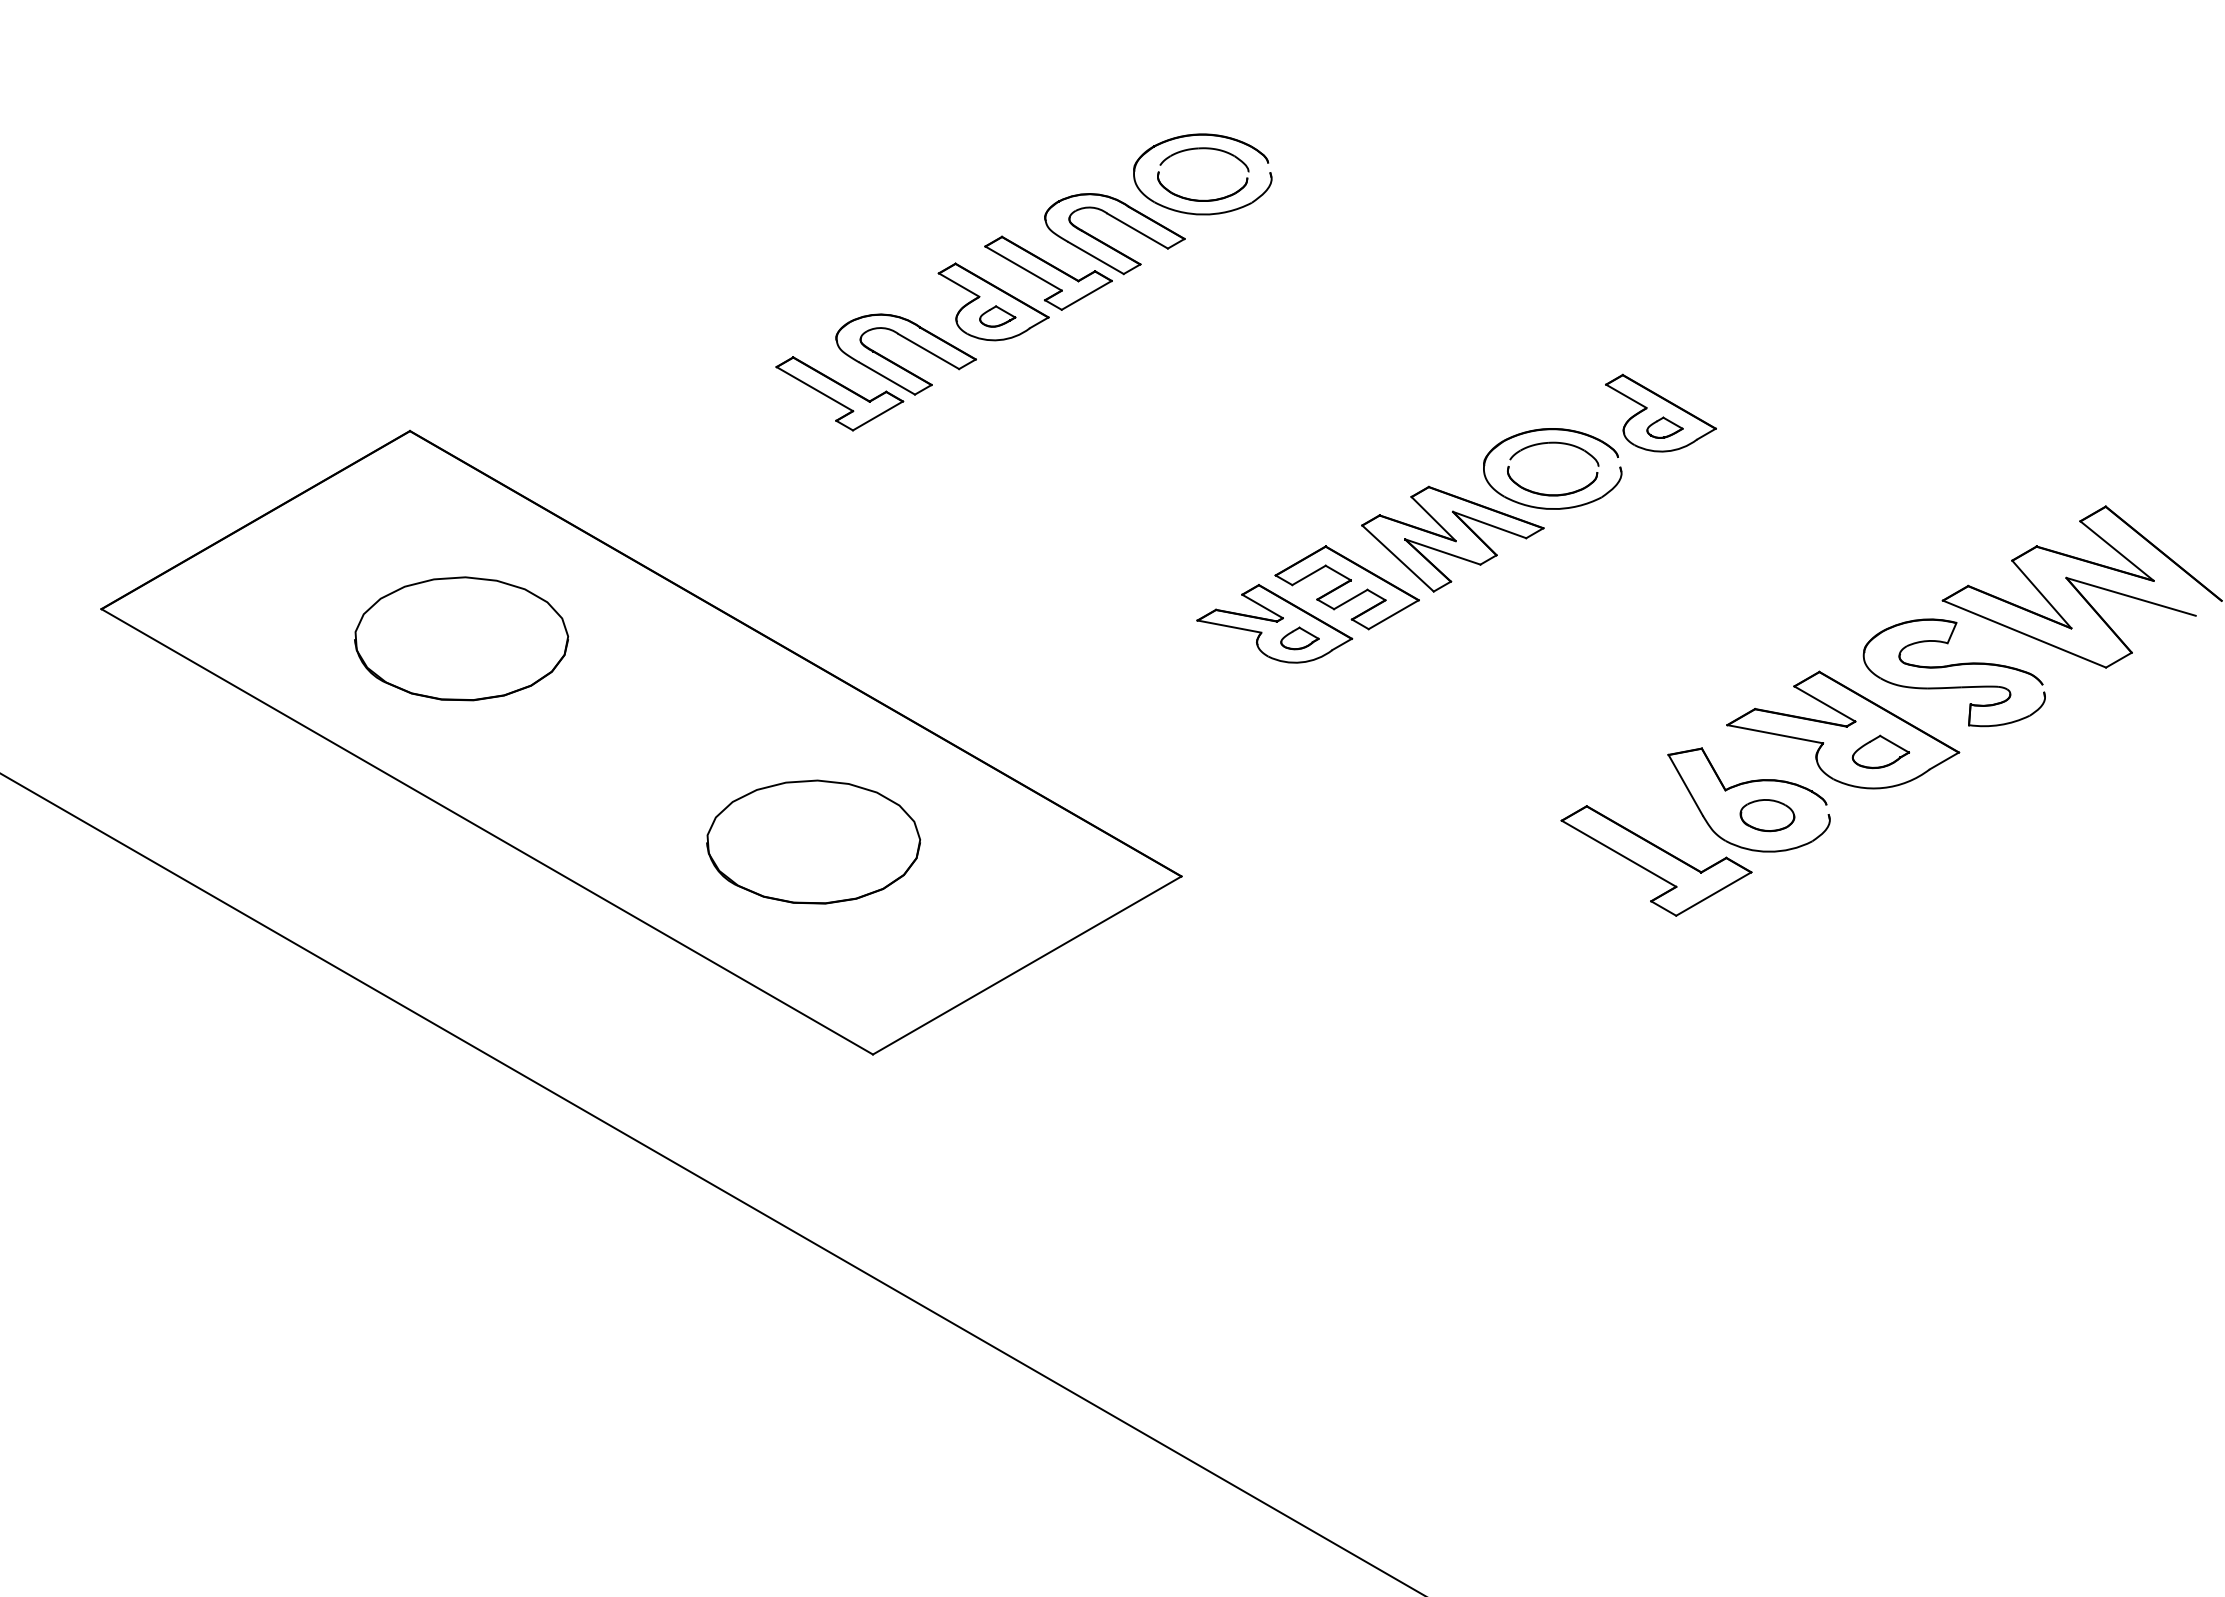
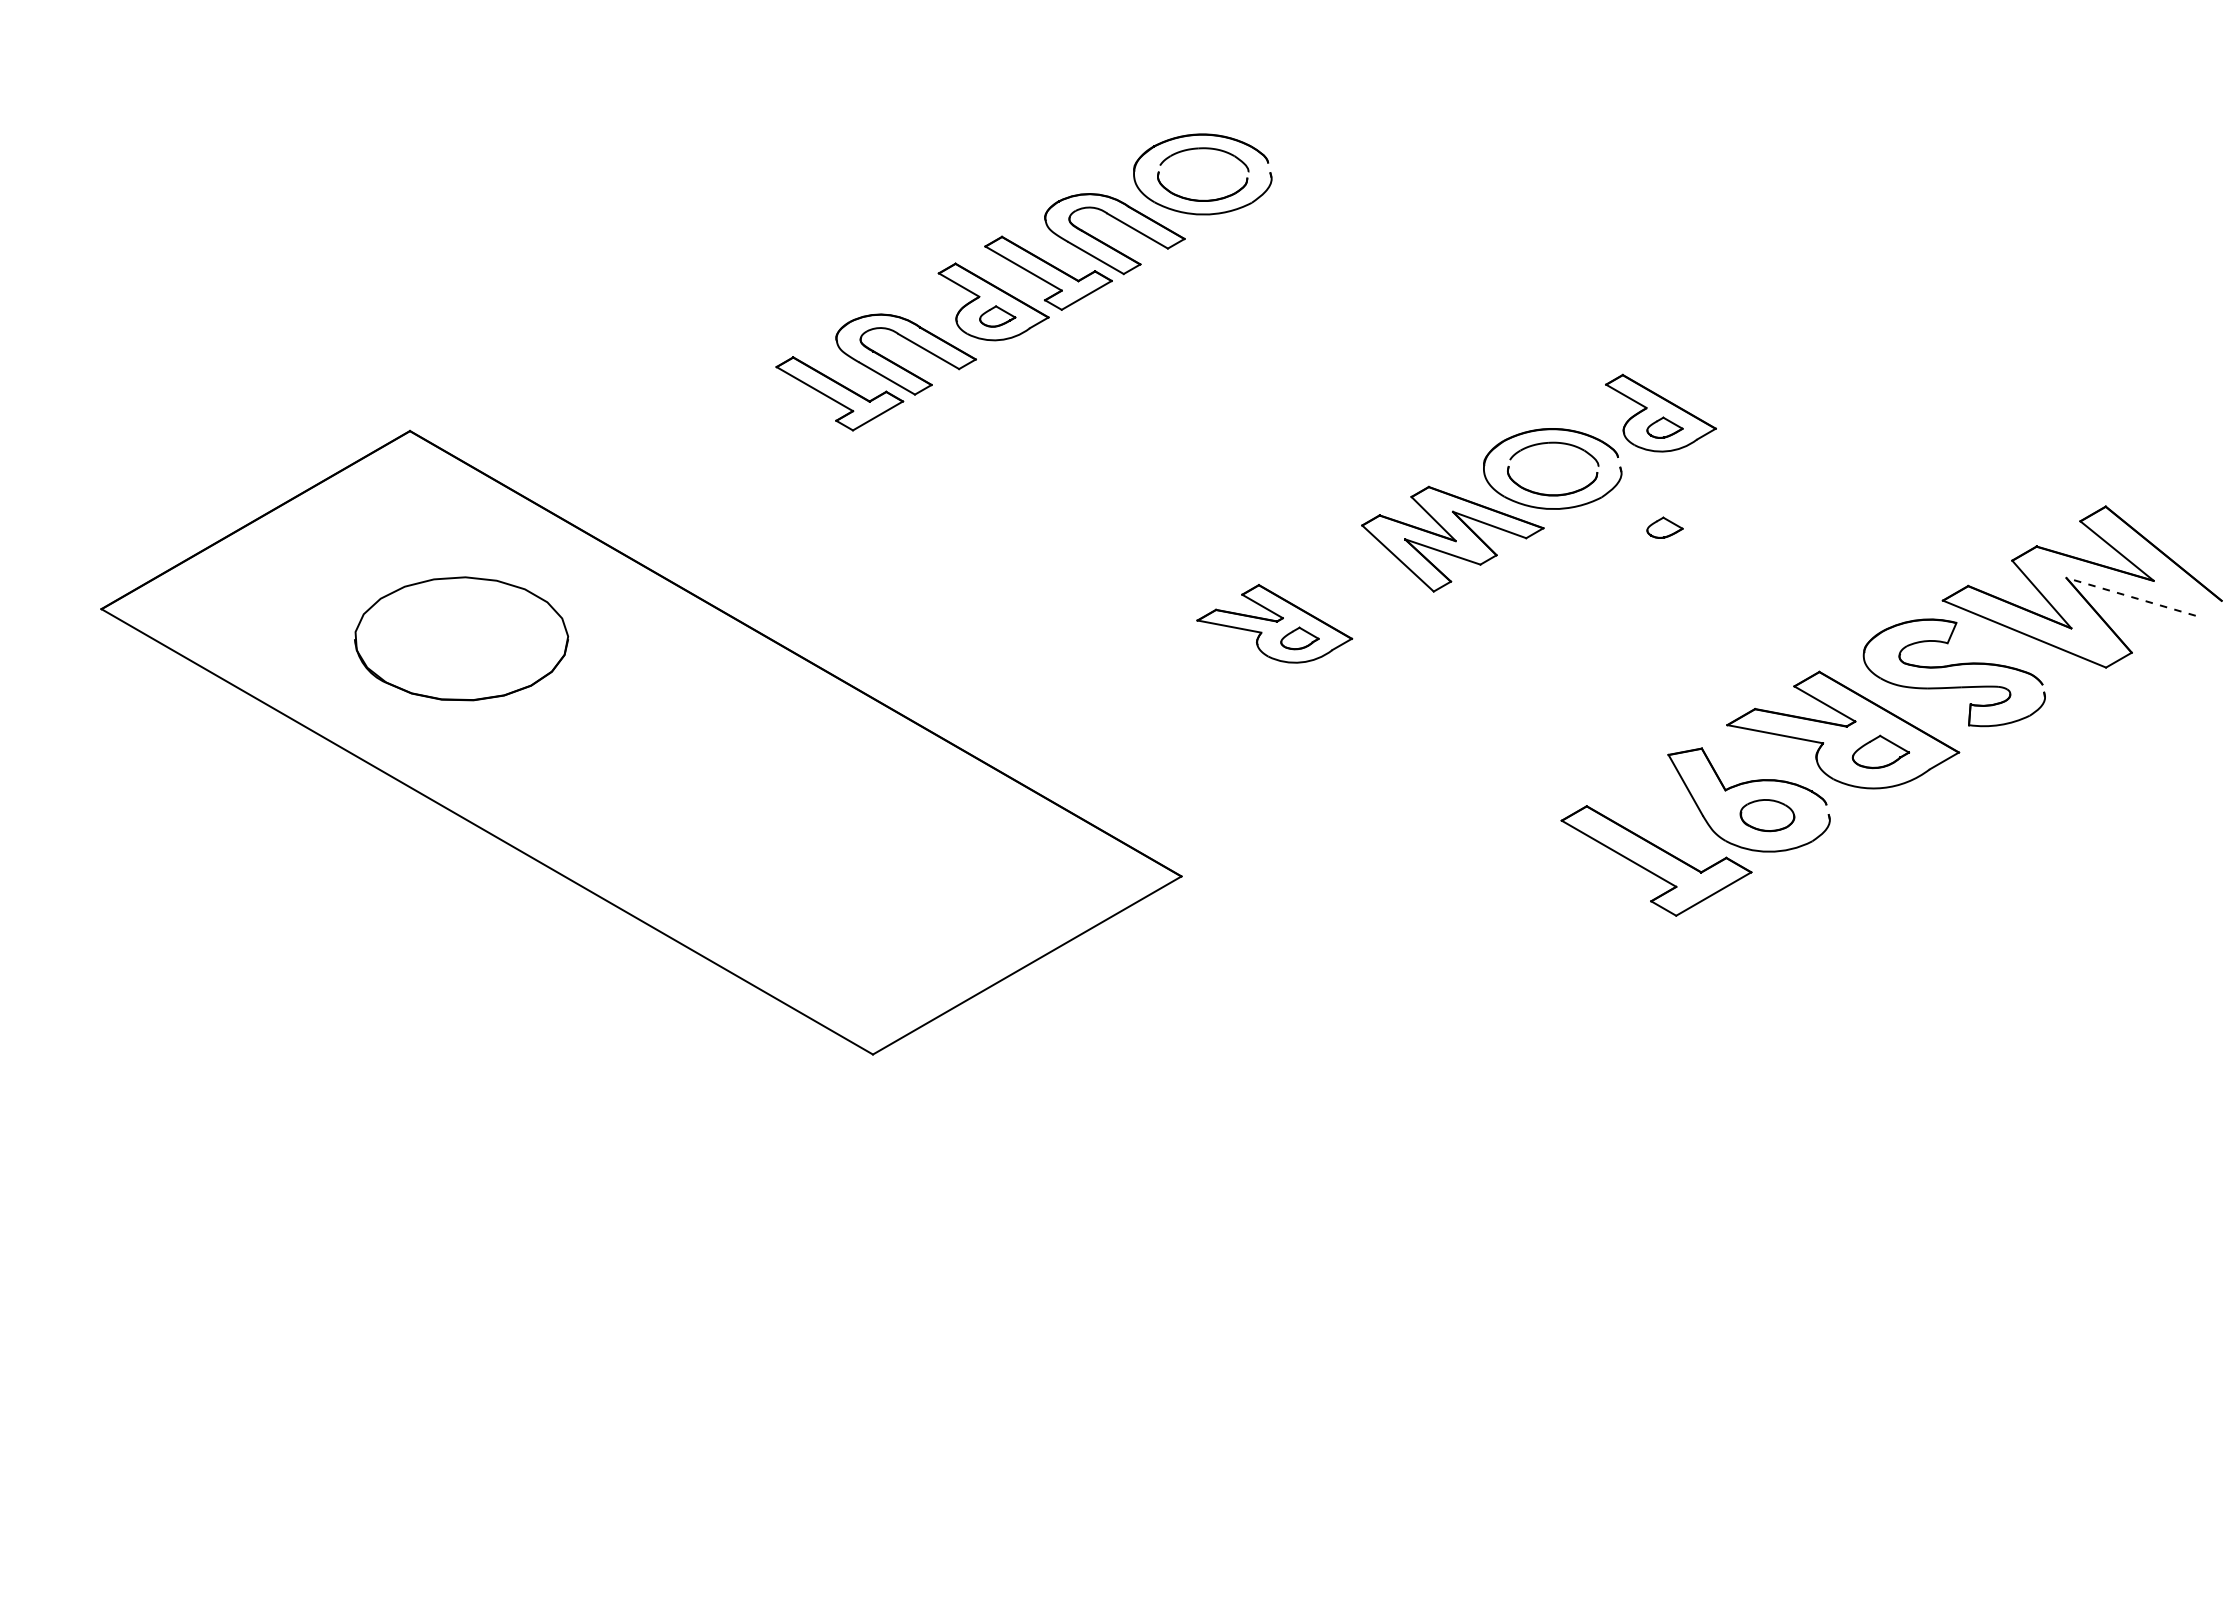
part at (1664, 527): none -> present
part at (1346, 587): present -> none
line at (2130, 596): solid -> dashed
part at (813, 841): present -> none
line at (711, 1183): present -> none
